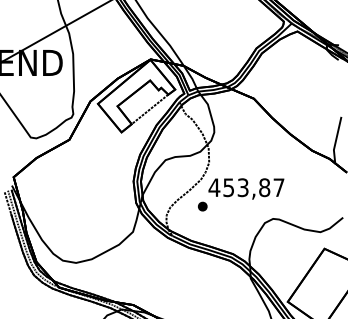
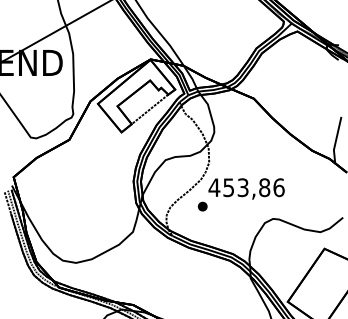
text at (278, 187): 453,87 -> 453,86
